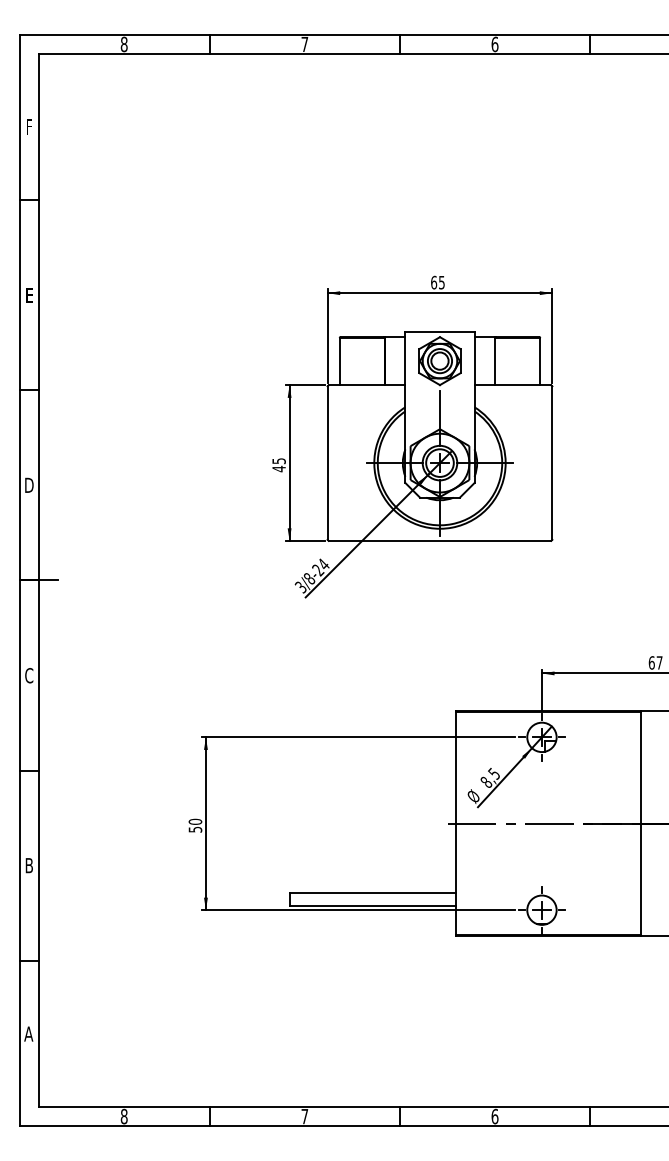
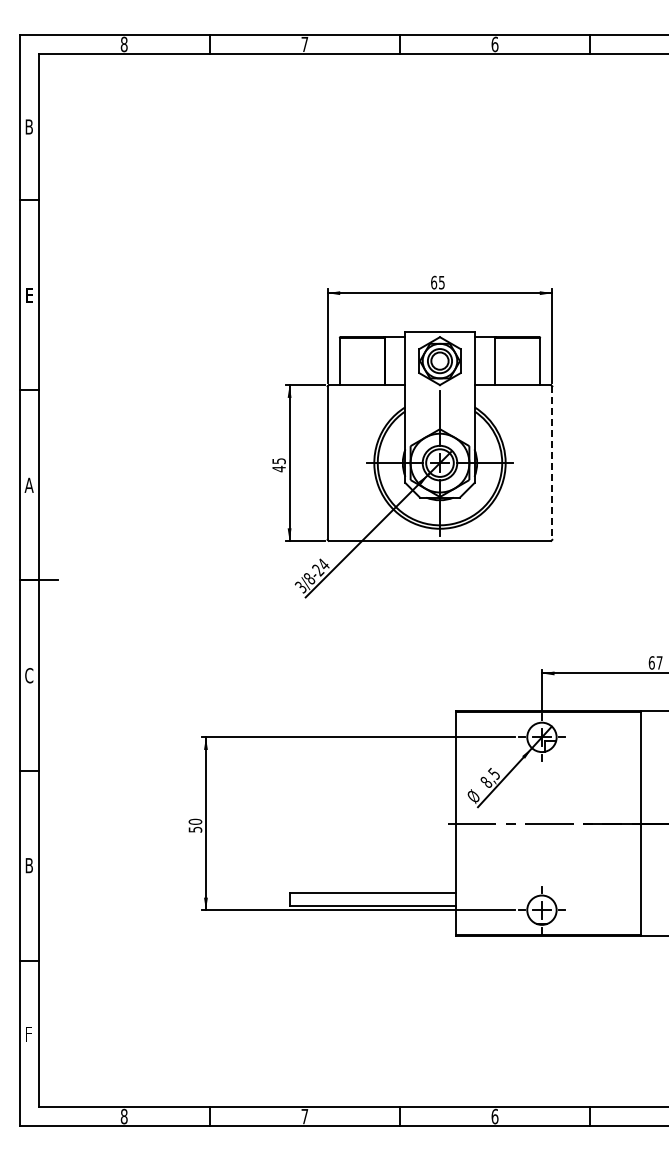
text at (28, 126): F -> B
line at (552, 463): solid -> dashed
text at (28, 484): D -> A
text at (28, 1033): A -> F
